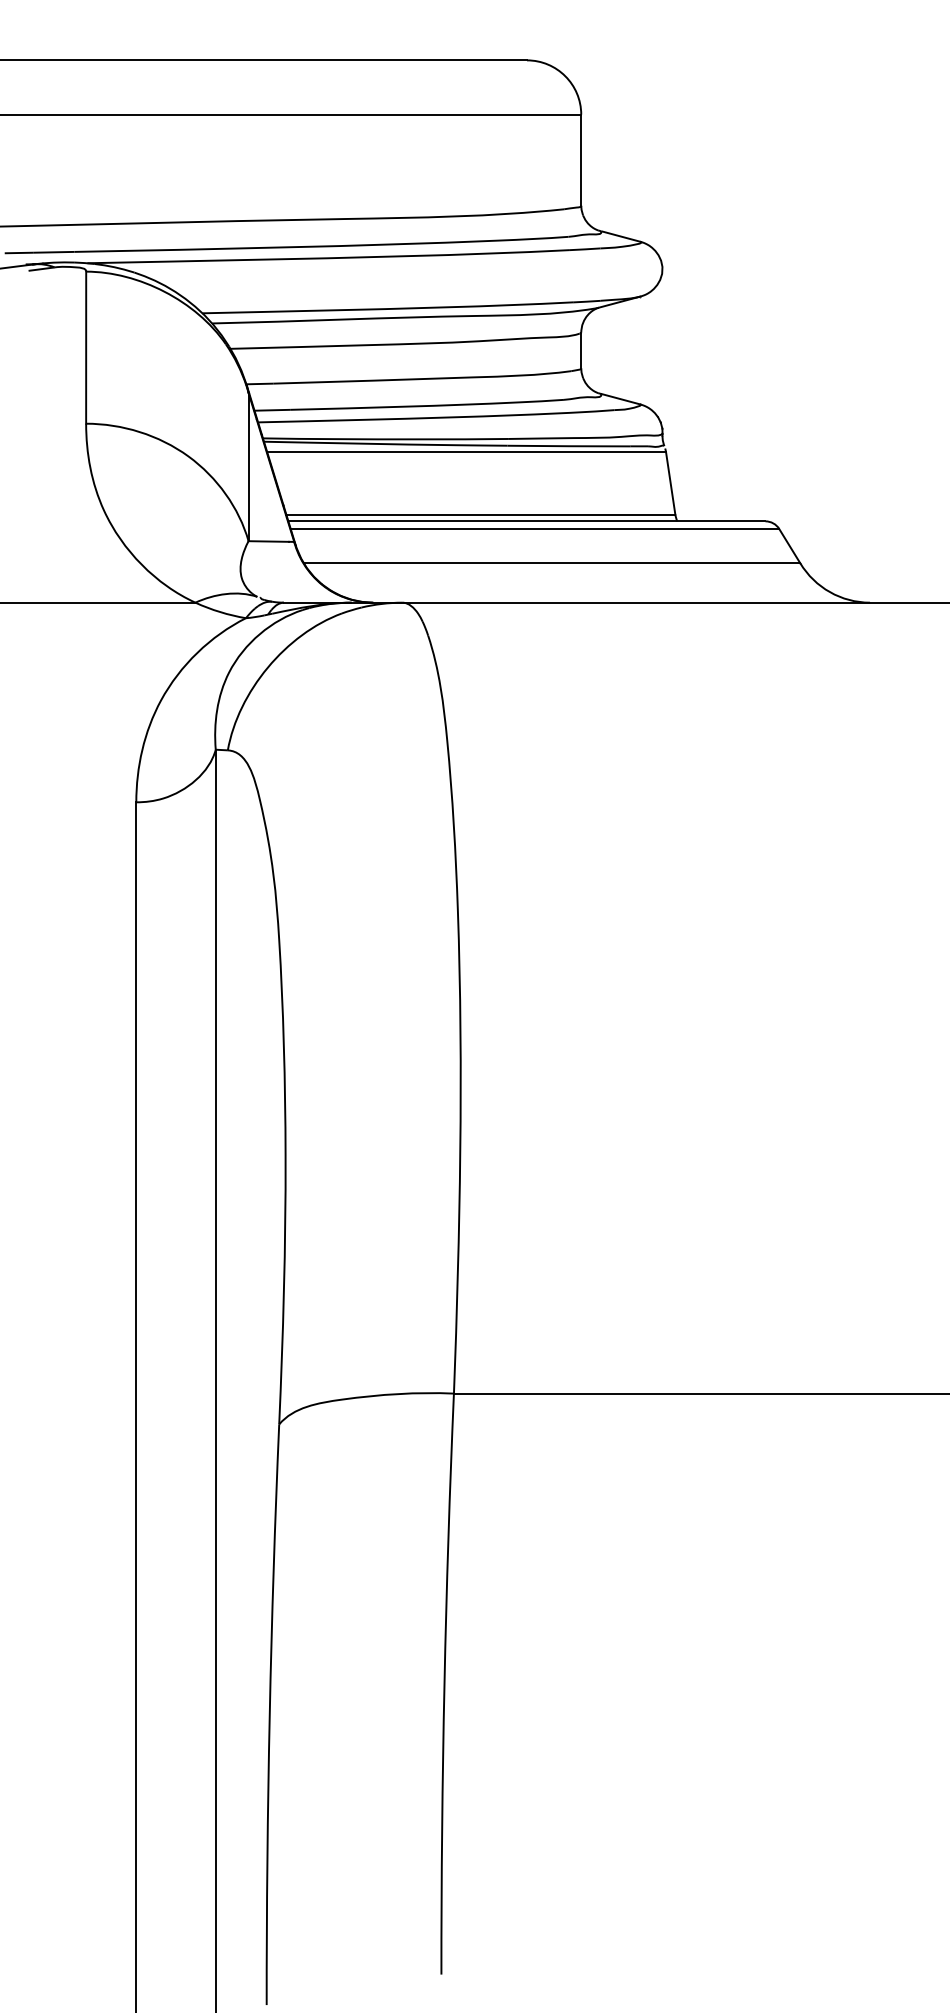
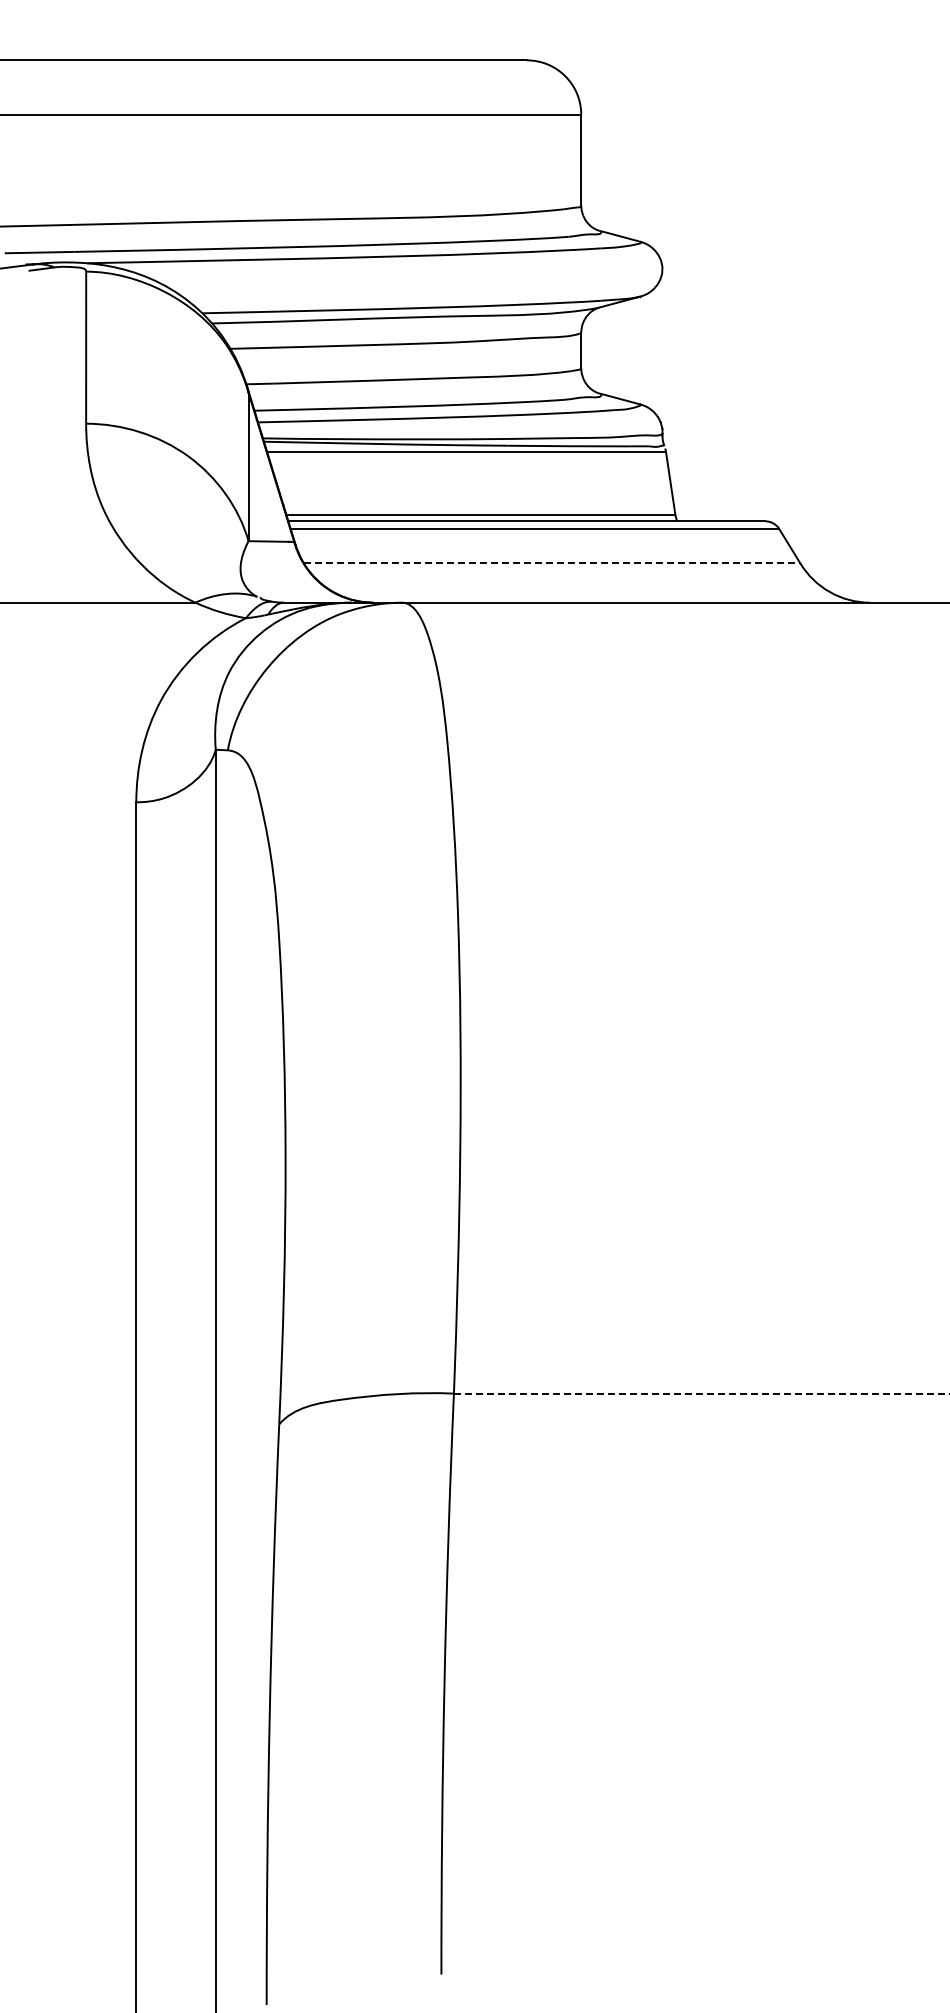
line at (552, 563): solid -> dashed
line at (701, 1393): solid -> dashed
